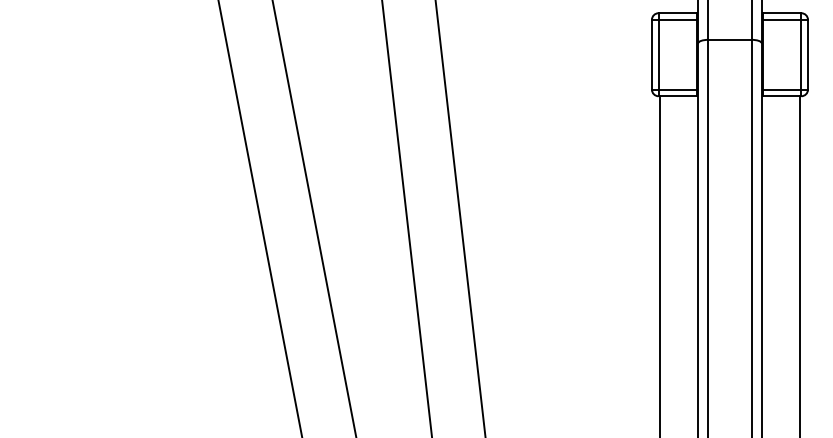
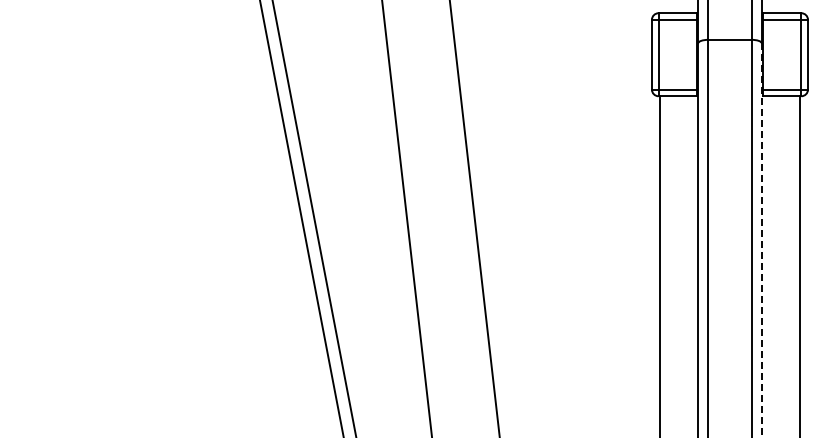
line at (259, 218) position: (259, 218) -> (301, 218)
line at (460, 218) position: (460, 218) -> (474, 218)
line at (761, 240): solid -> dashed
